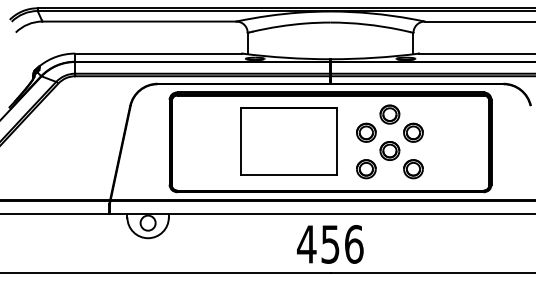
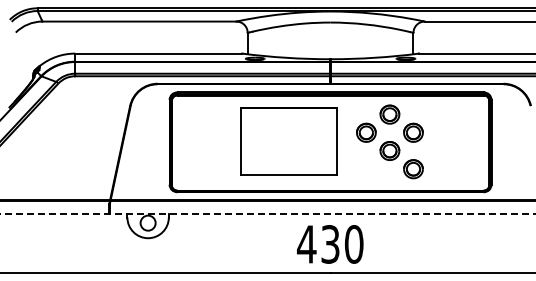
part at (366, 169): present -> none
line at (268, 213): solid -> dashed
text at (342, 244): 456 -> 430
